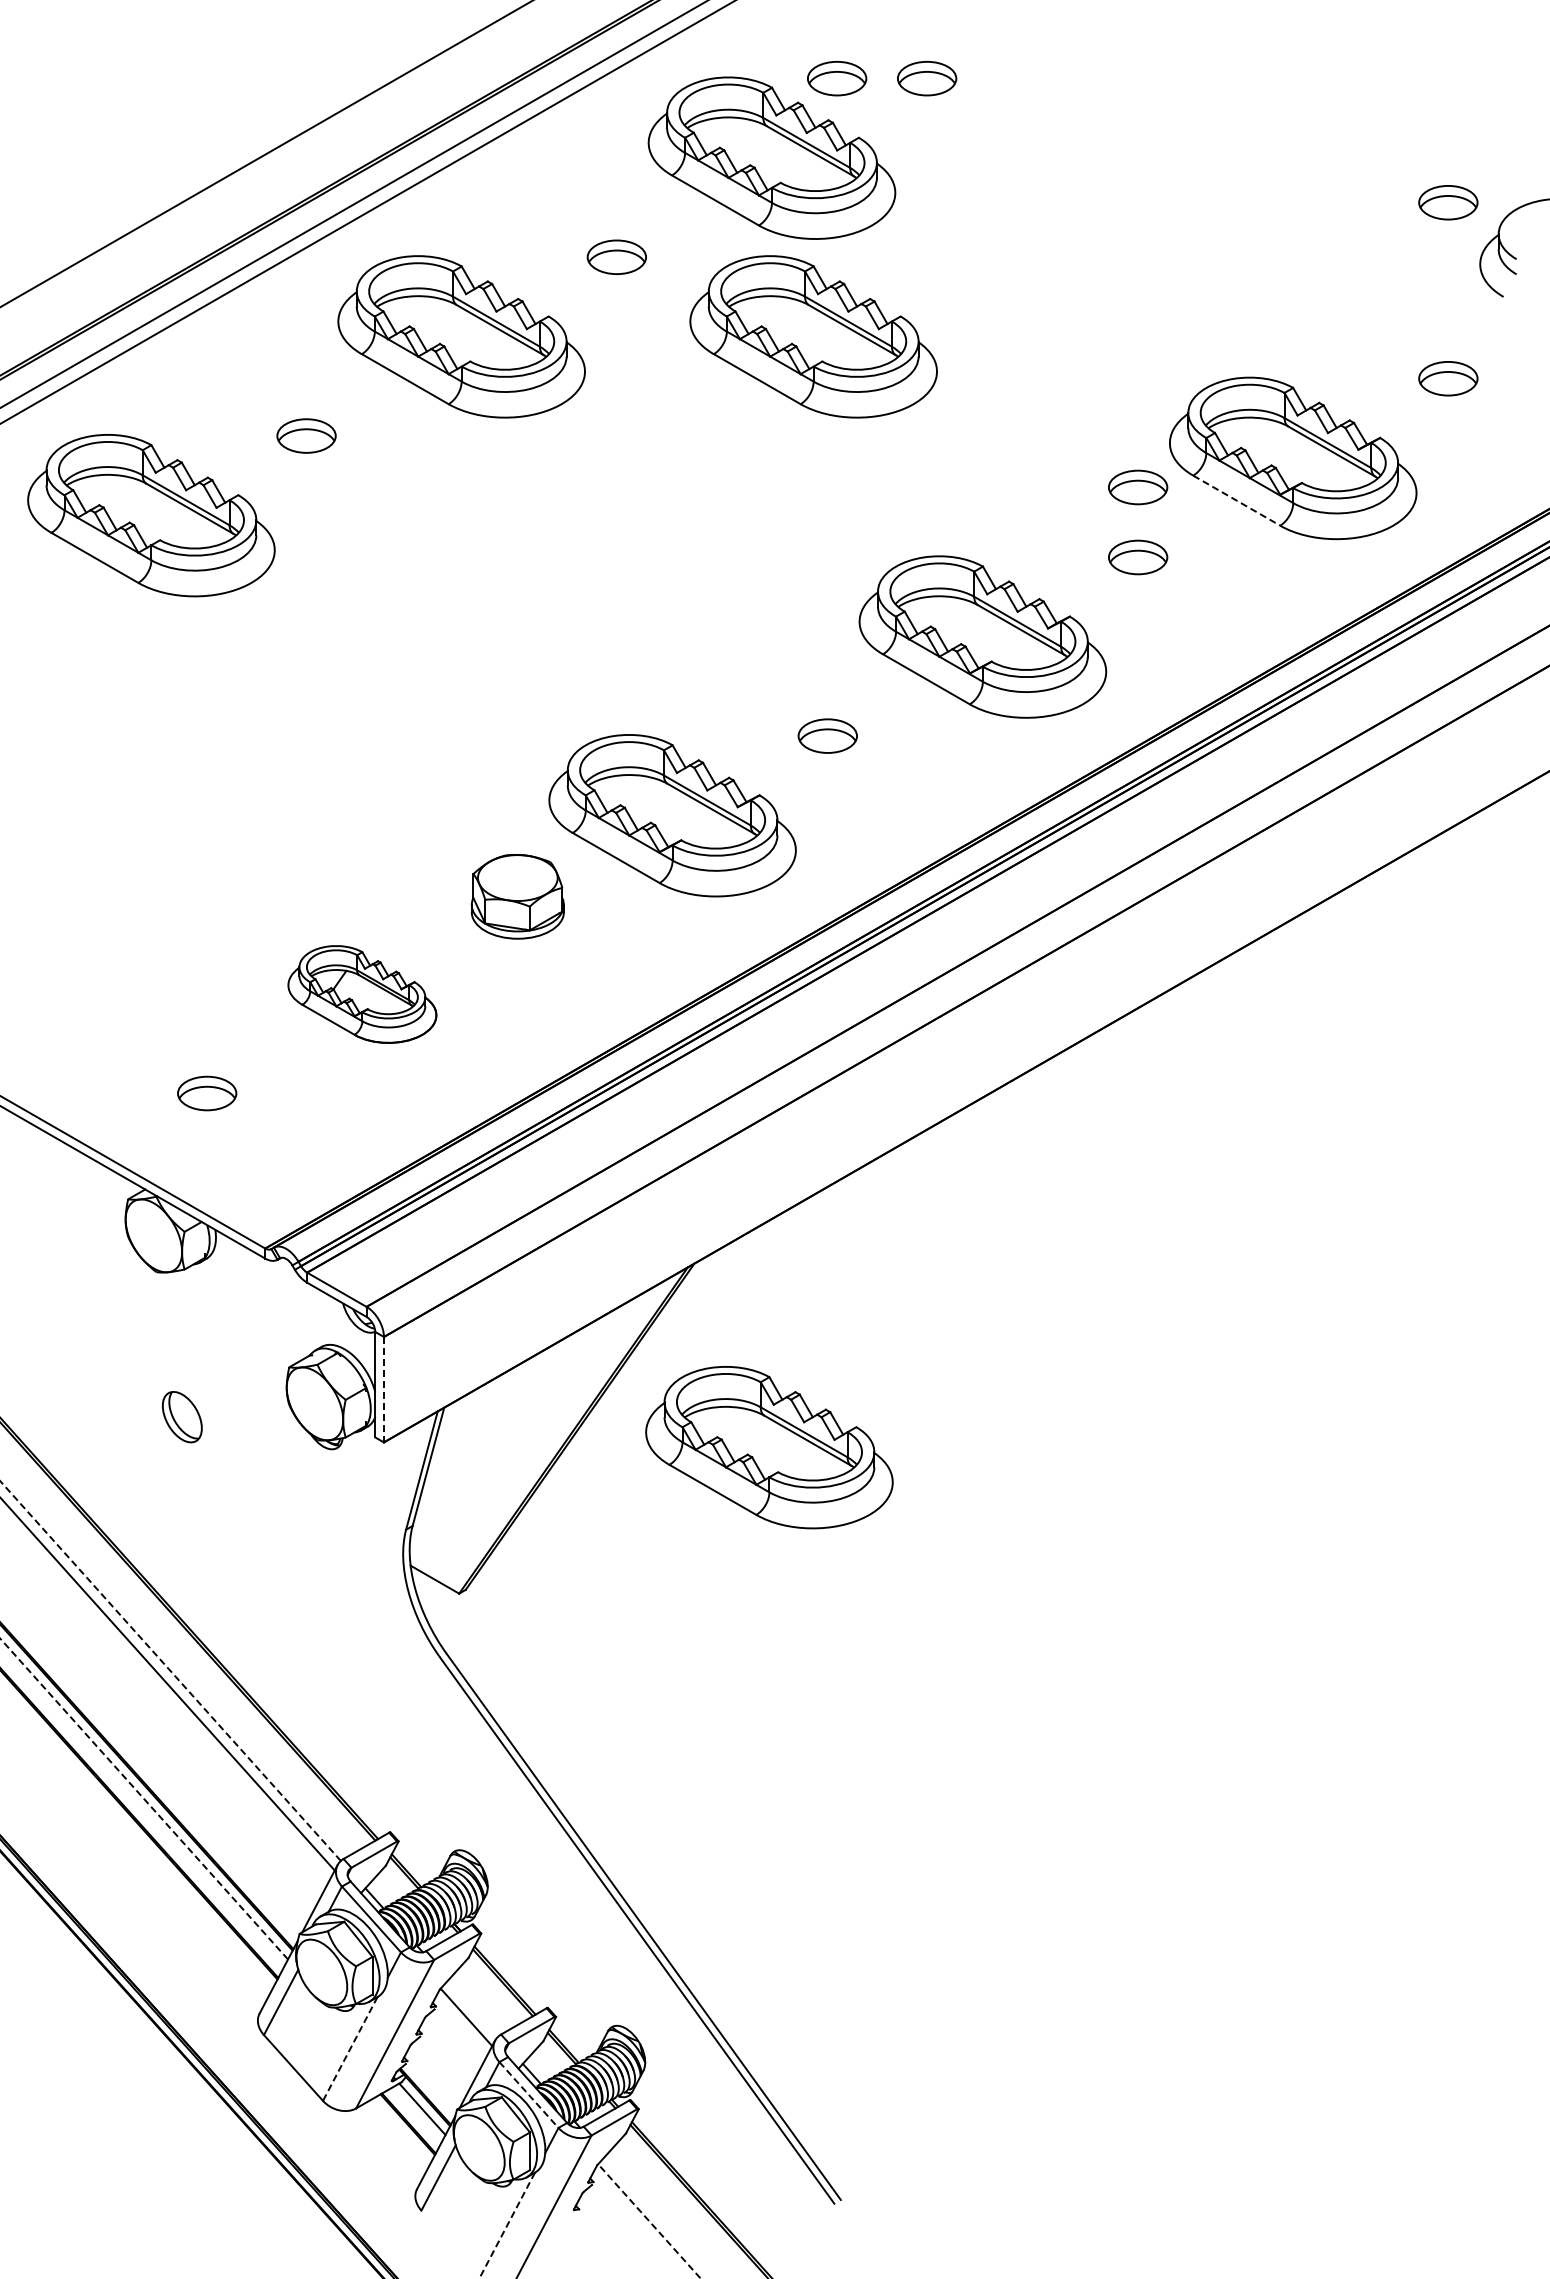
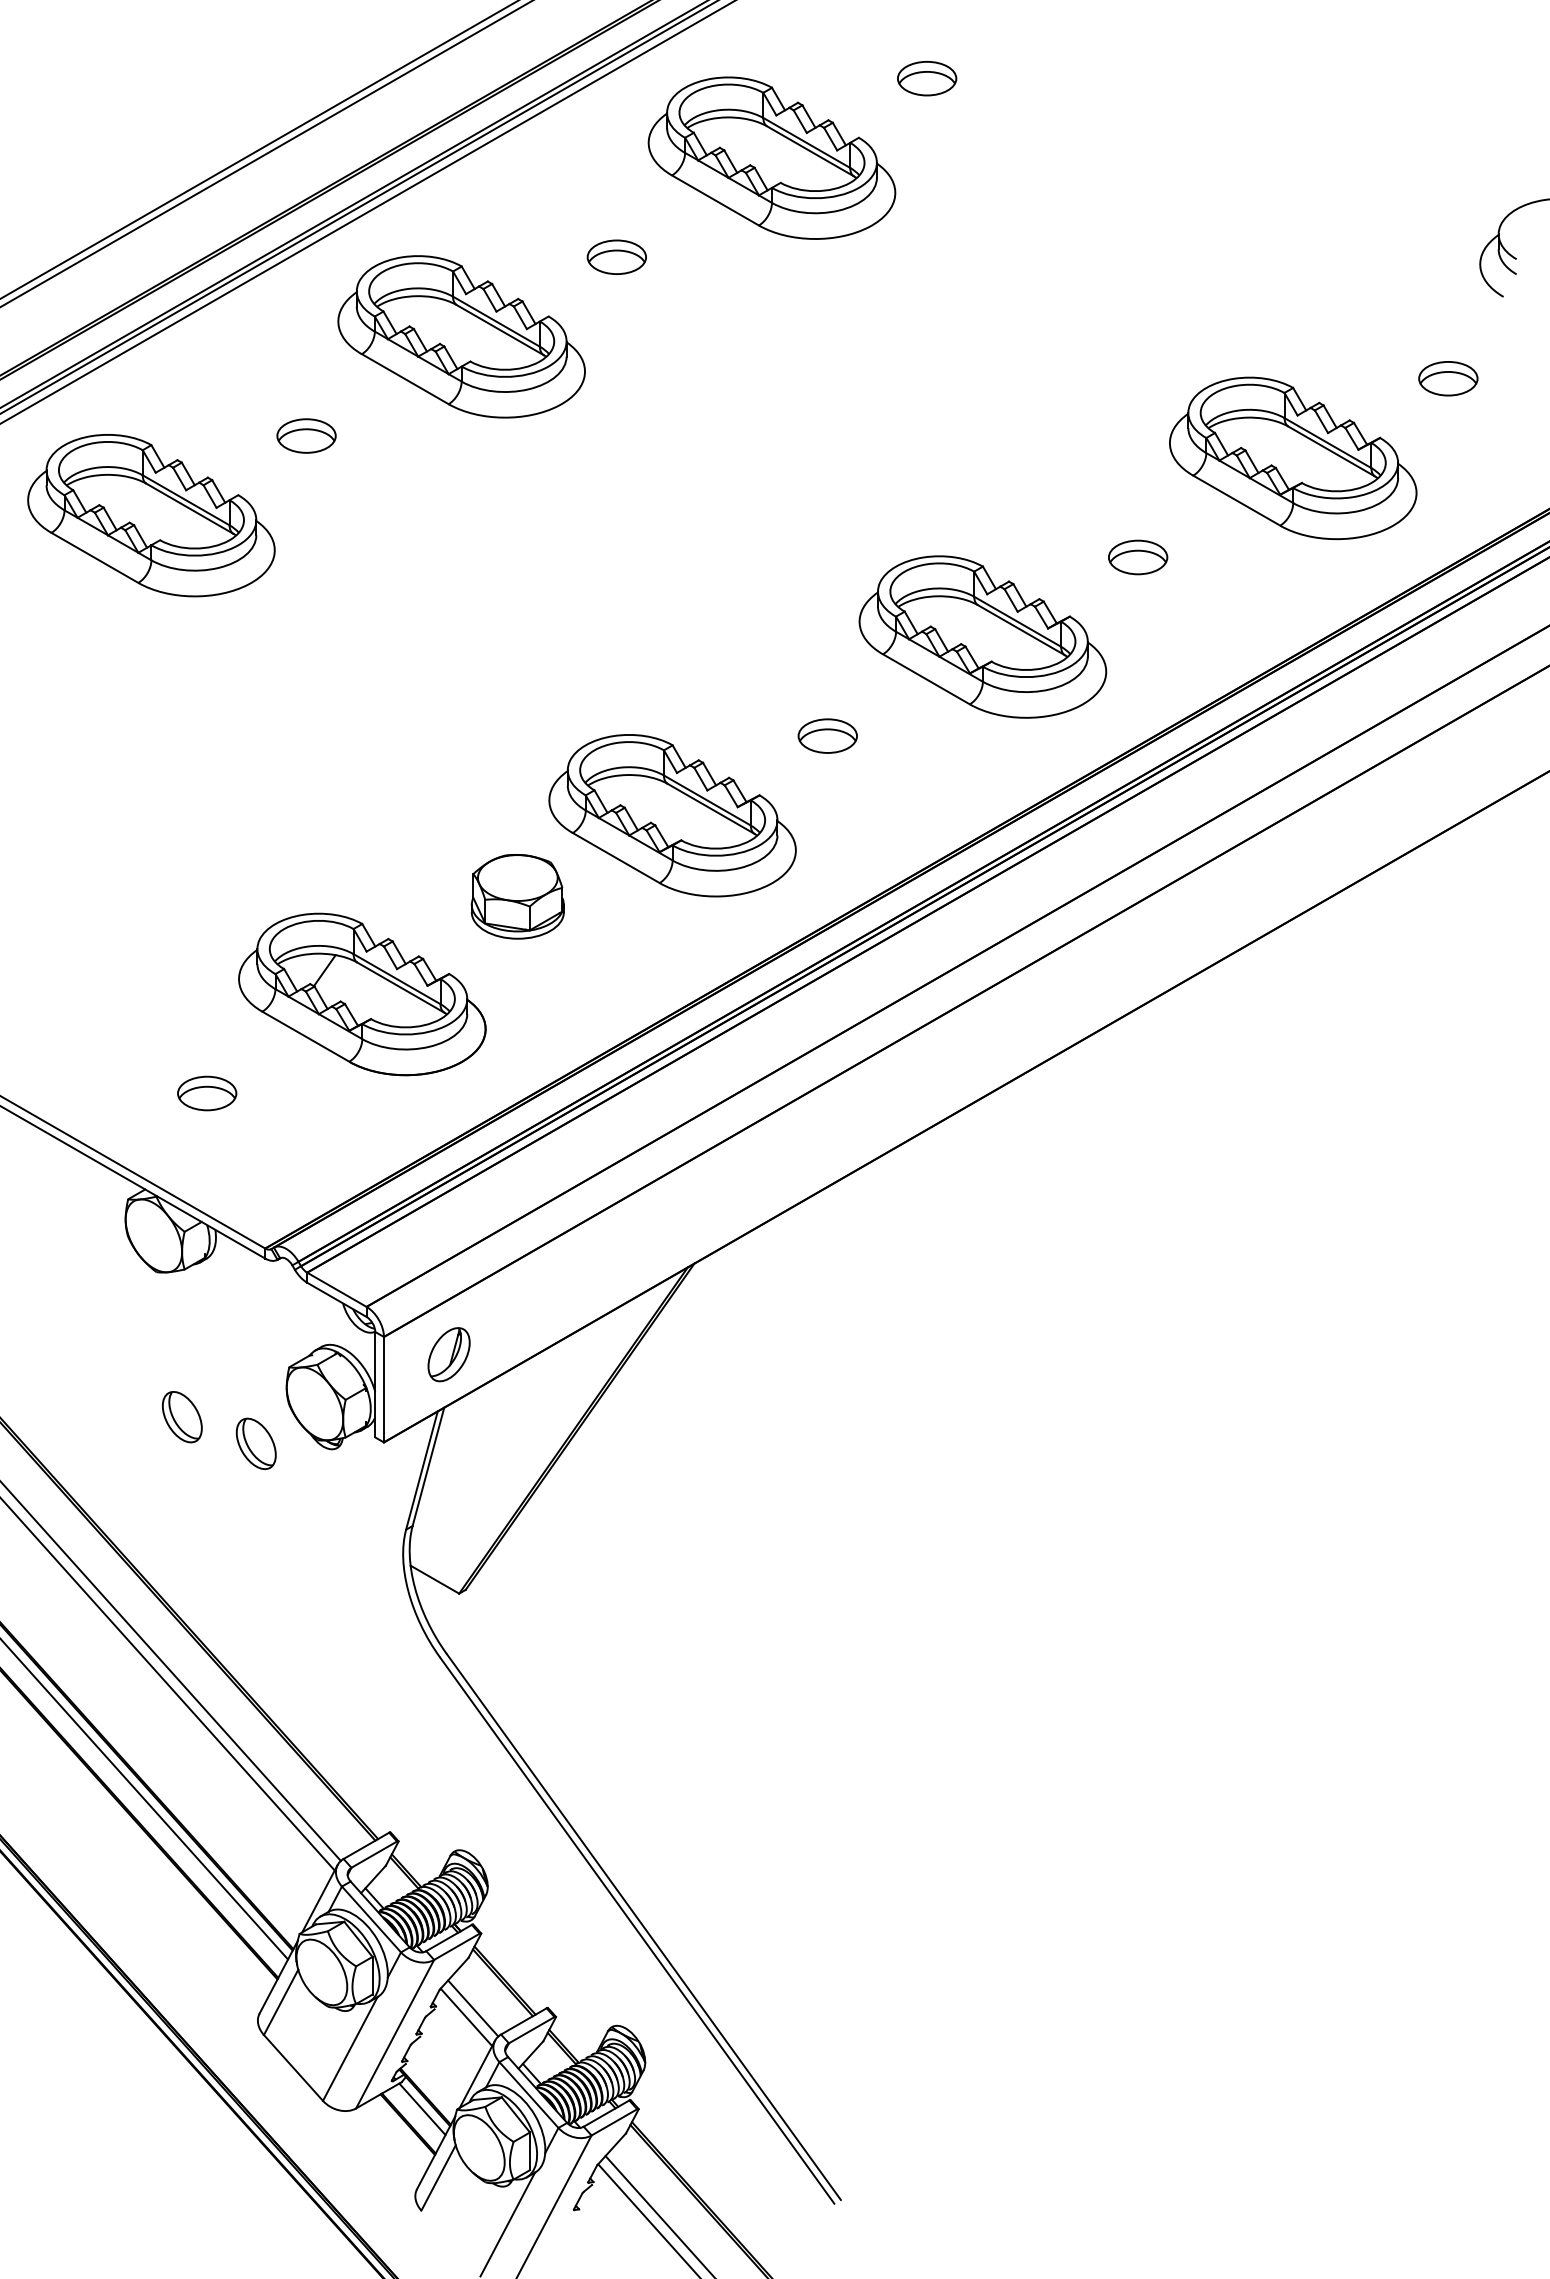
part at (837, 78): present -> none
line at (258, 149): none -> present
part at (1448, 202): present -> none
line at (358, 207): none -> present
part at (813, 336): present -> none
part at (1138, 487): present -> none
line at (1237, 500): dashed -> solid
part at (362, 994) size: 151x99 px -> 249x165 px
part at (448, 1354): none -> present
line at (383, 1389): dashed -> solid
part at (255, 1443): none -> present
part at (769, 1447): present -> none
line at (170, 1670): dashed -> solid
line at (143, 1798): dashed -> solid
line at (473, 2008): none -> present
line at (350, 2048): dashed -> solid
line at (529, 2095): dashed -> solid
line at (659, 2215): none -> present
line at (649, 2221): dashed -> solid
line at (507, 2224): dashed -> solid
